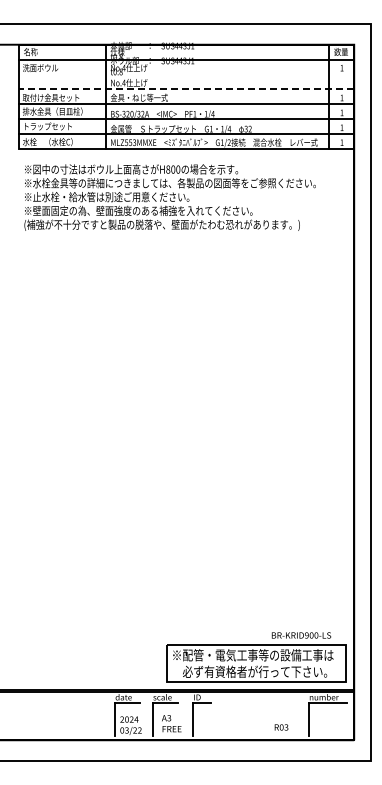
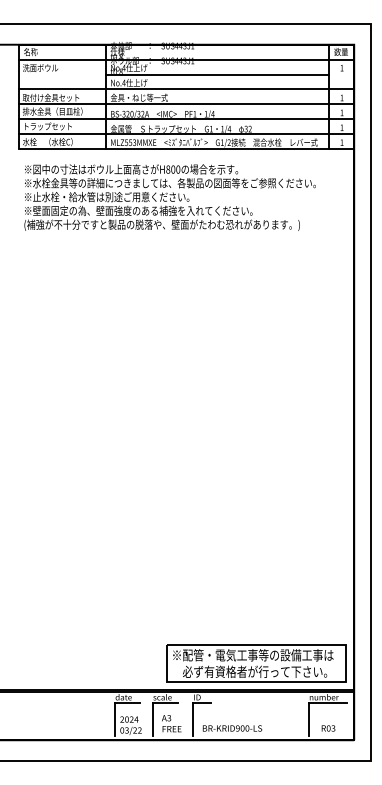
line at (217, 74): none -> present
line at (186, 89): dashed -> solid
text at (301, 635) position: (301, 635) -> (232, 728)
text at (281, 727) position: (281, 727) -> (328, 728)
